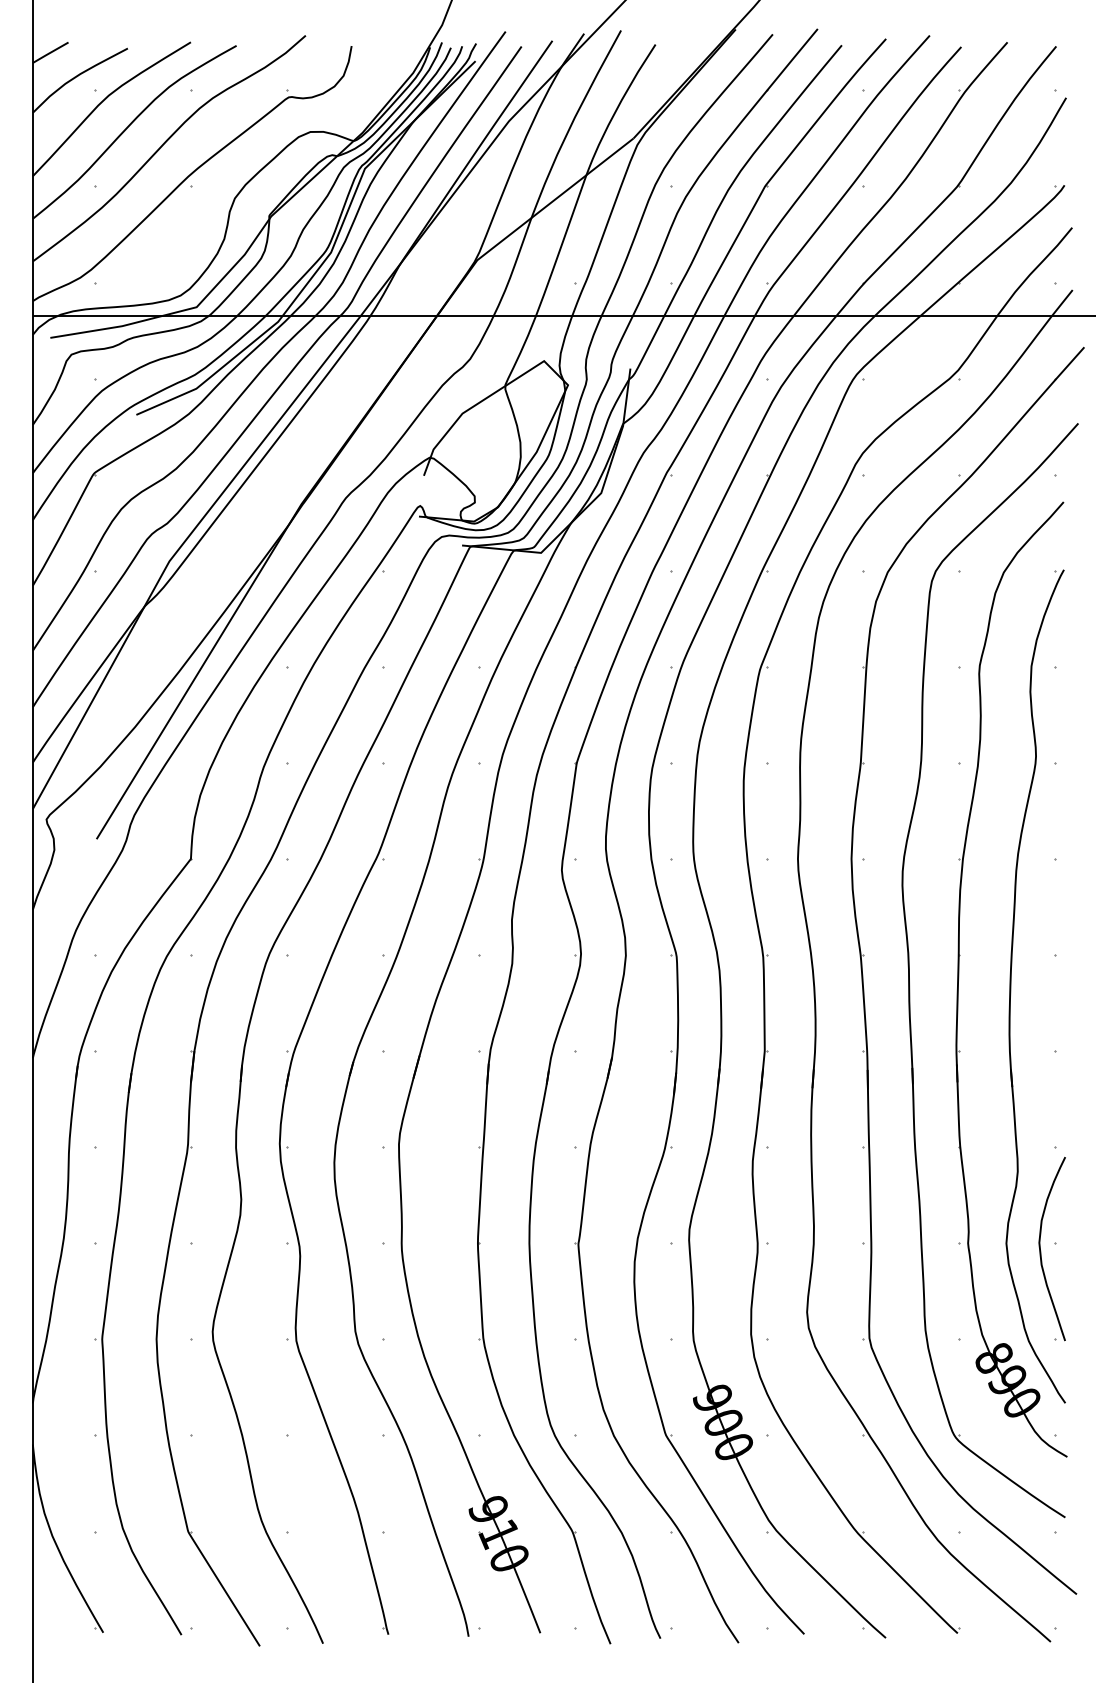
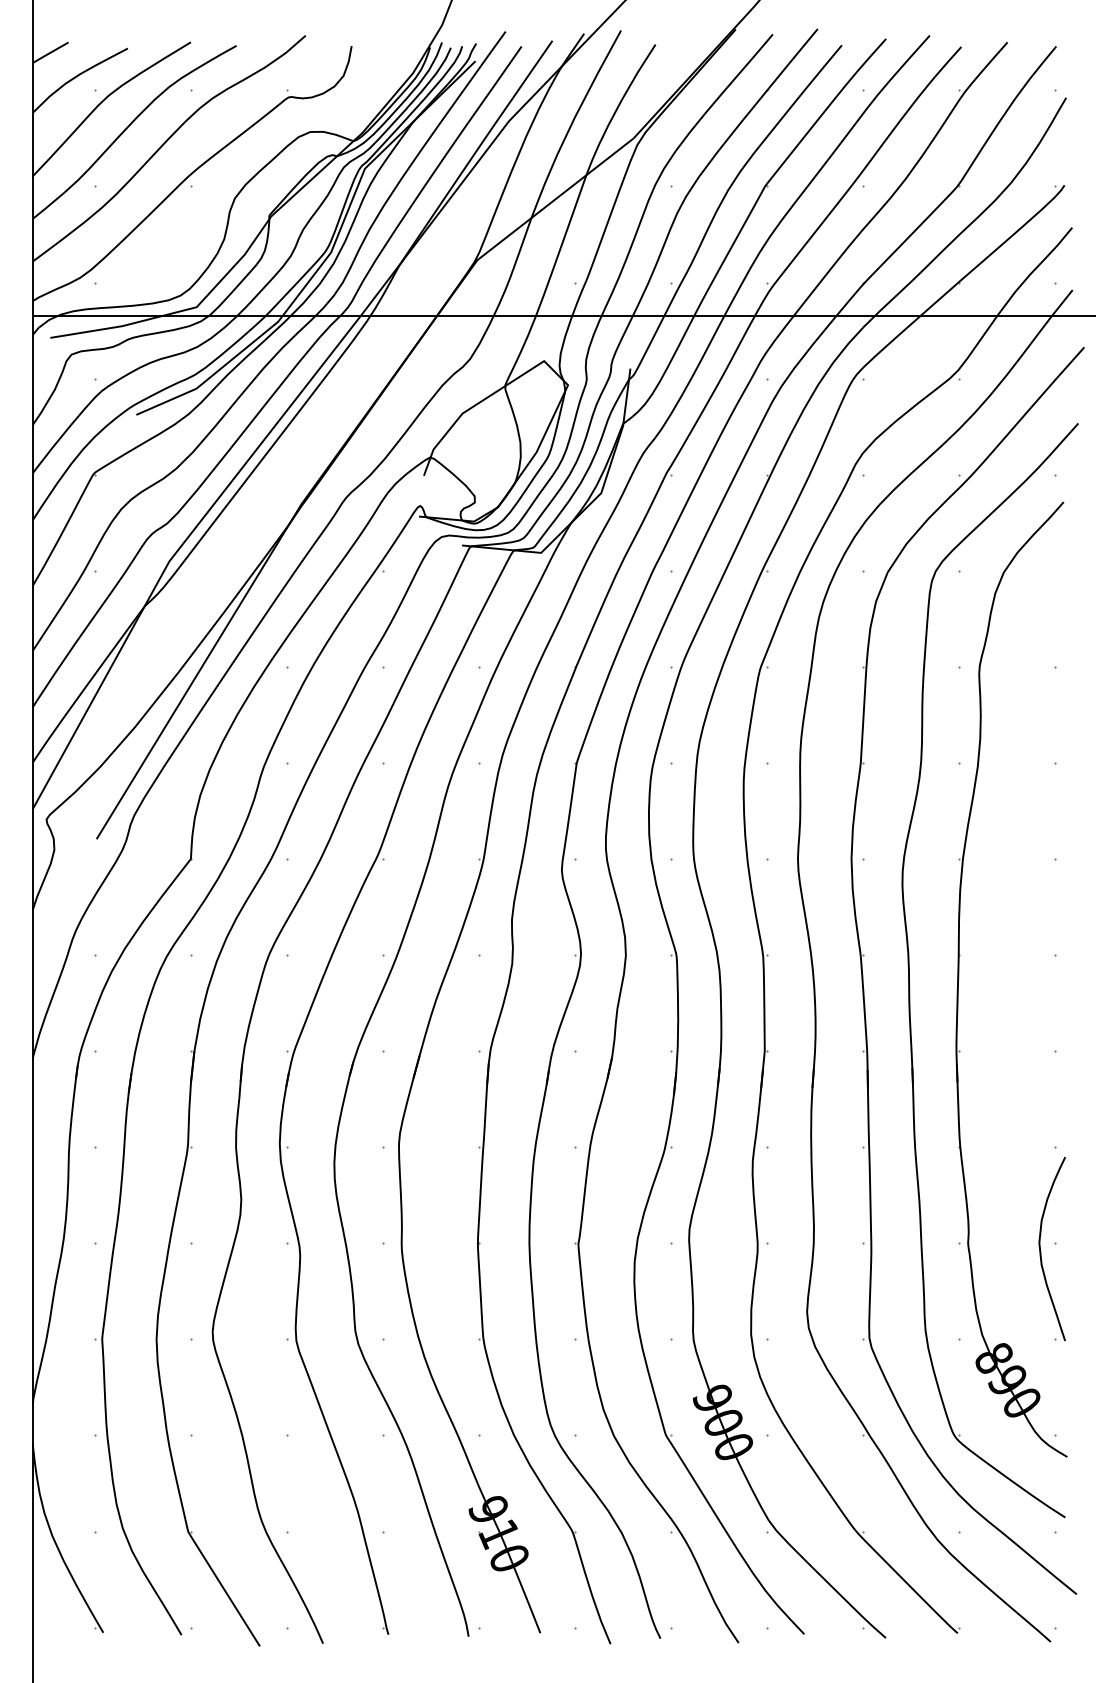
part at (1011, 986): present -> none
